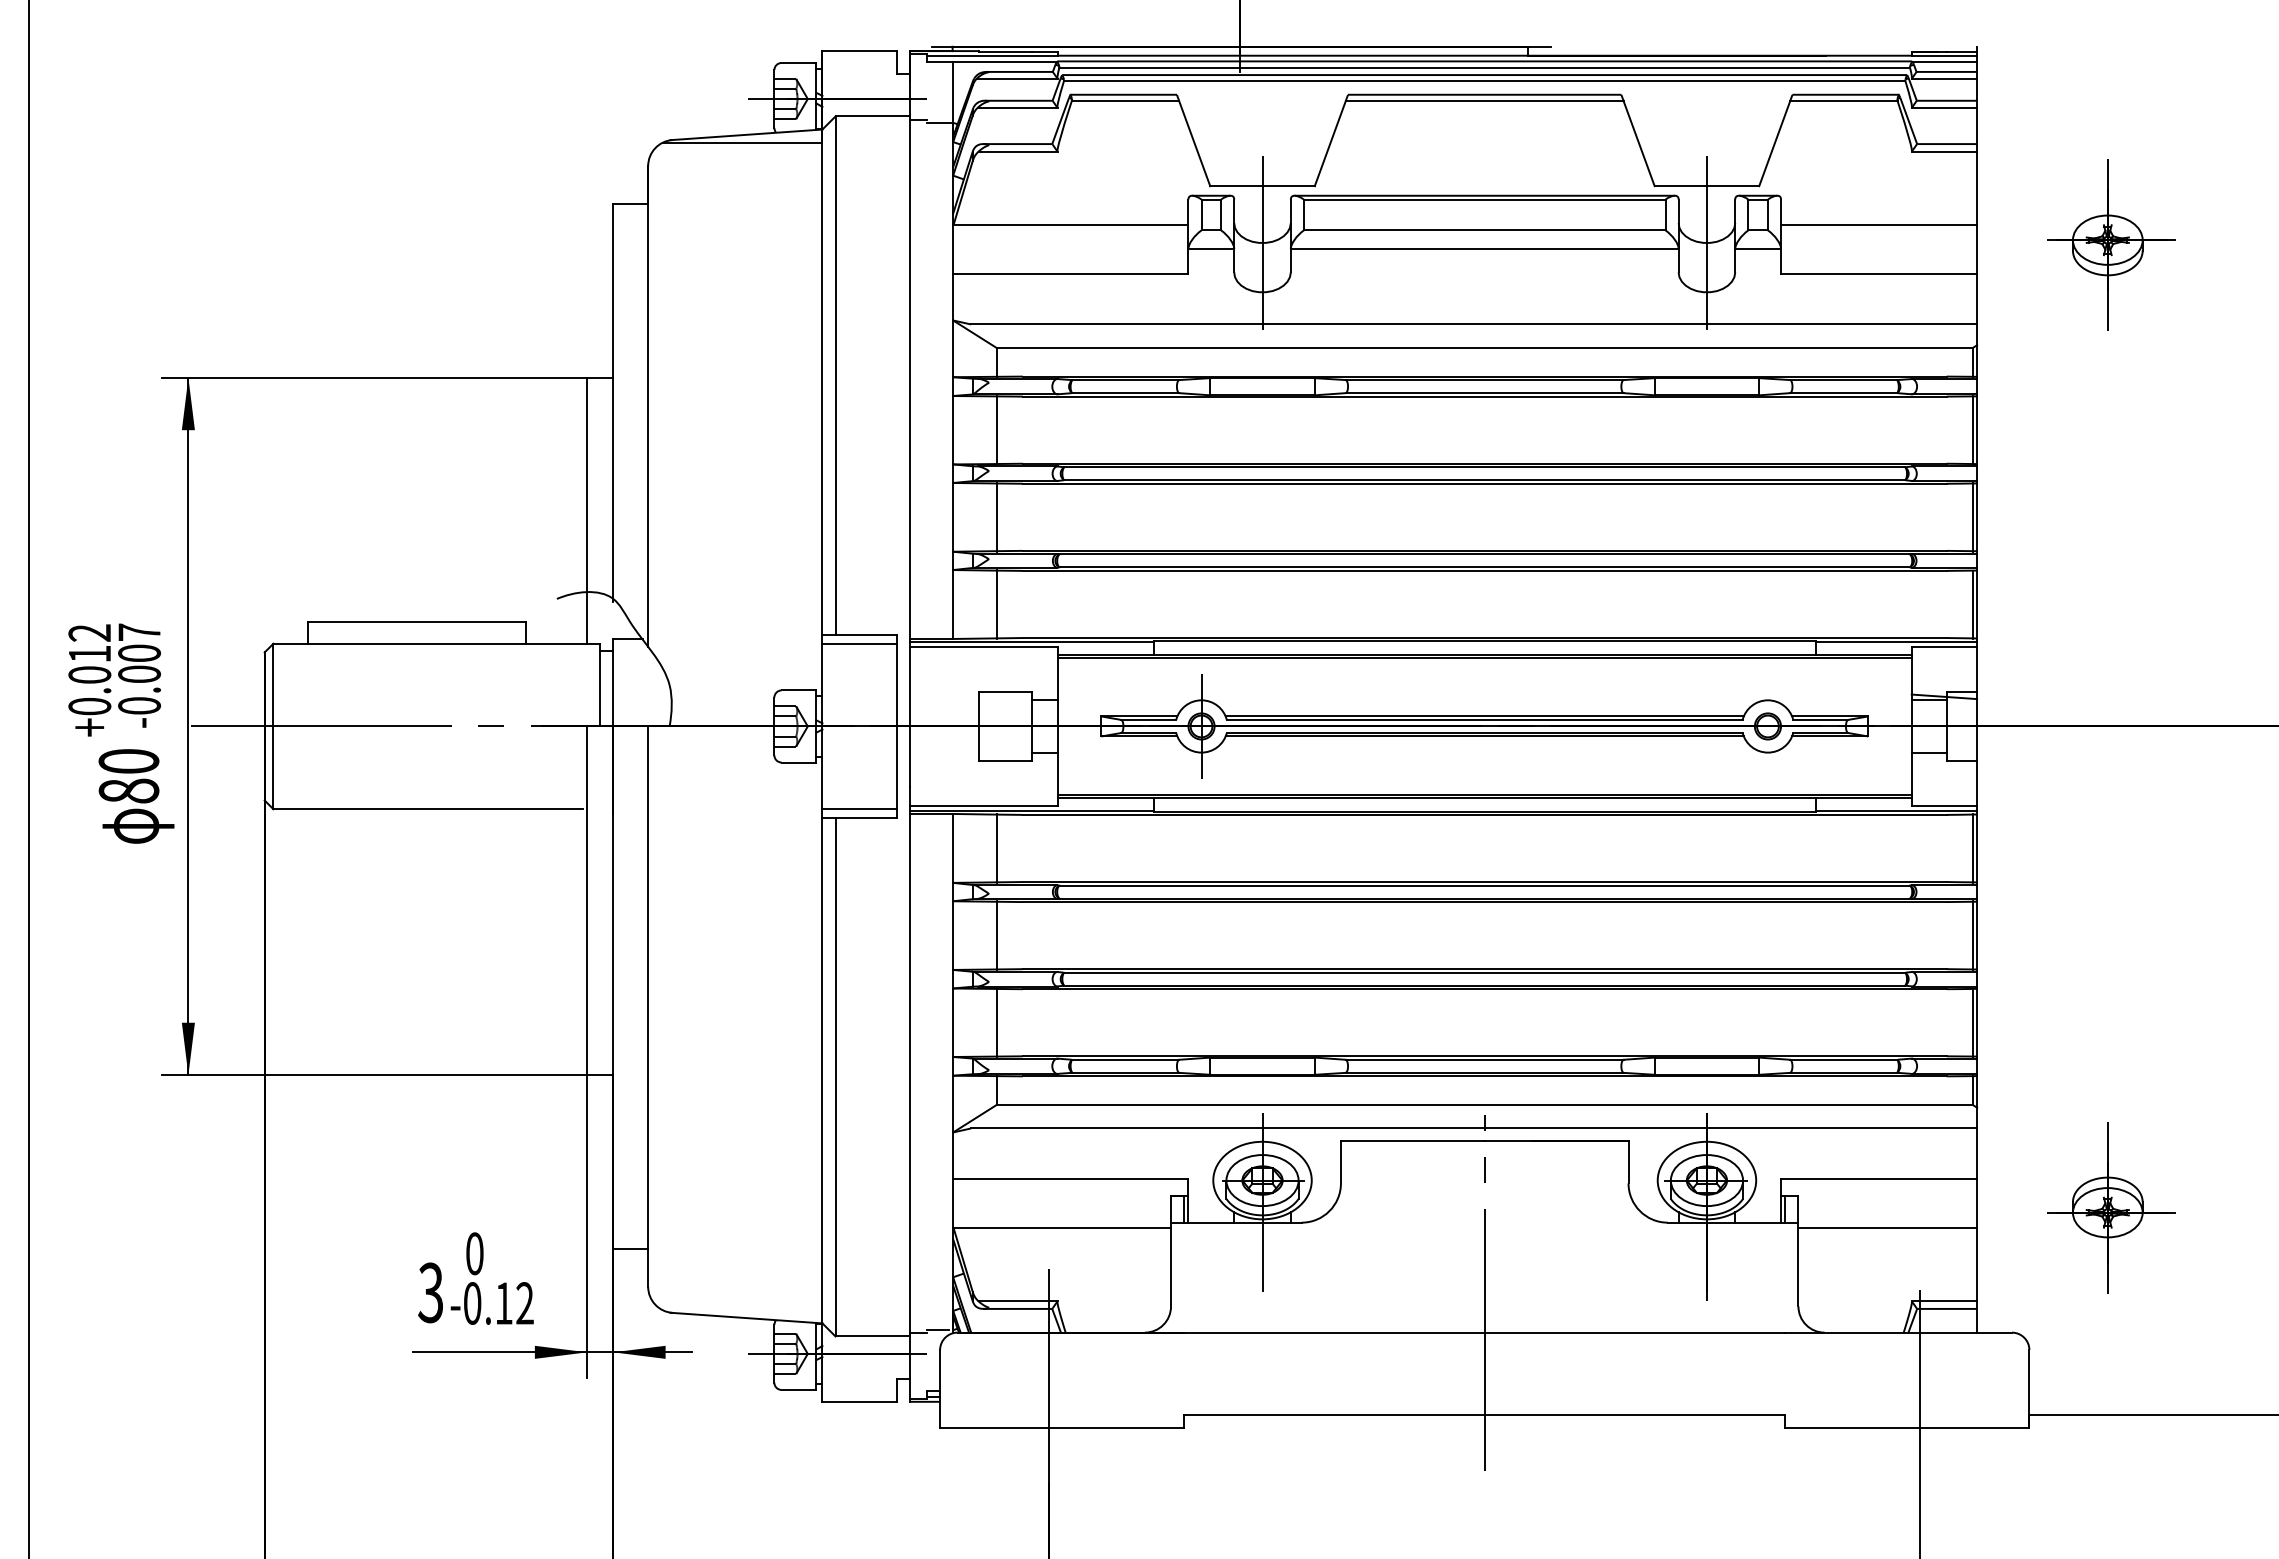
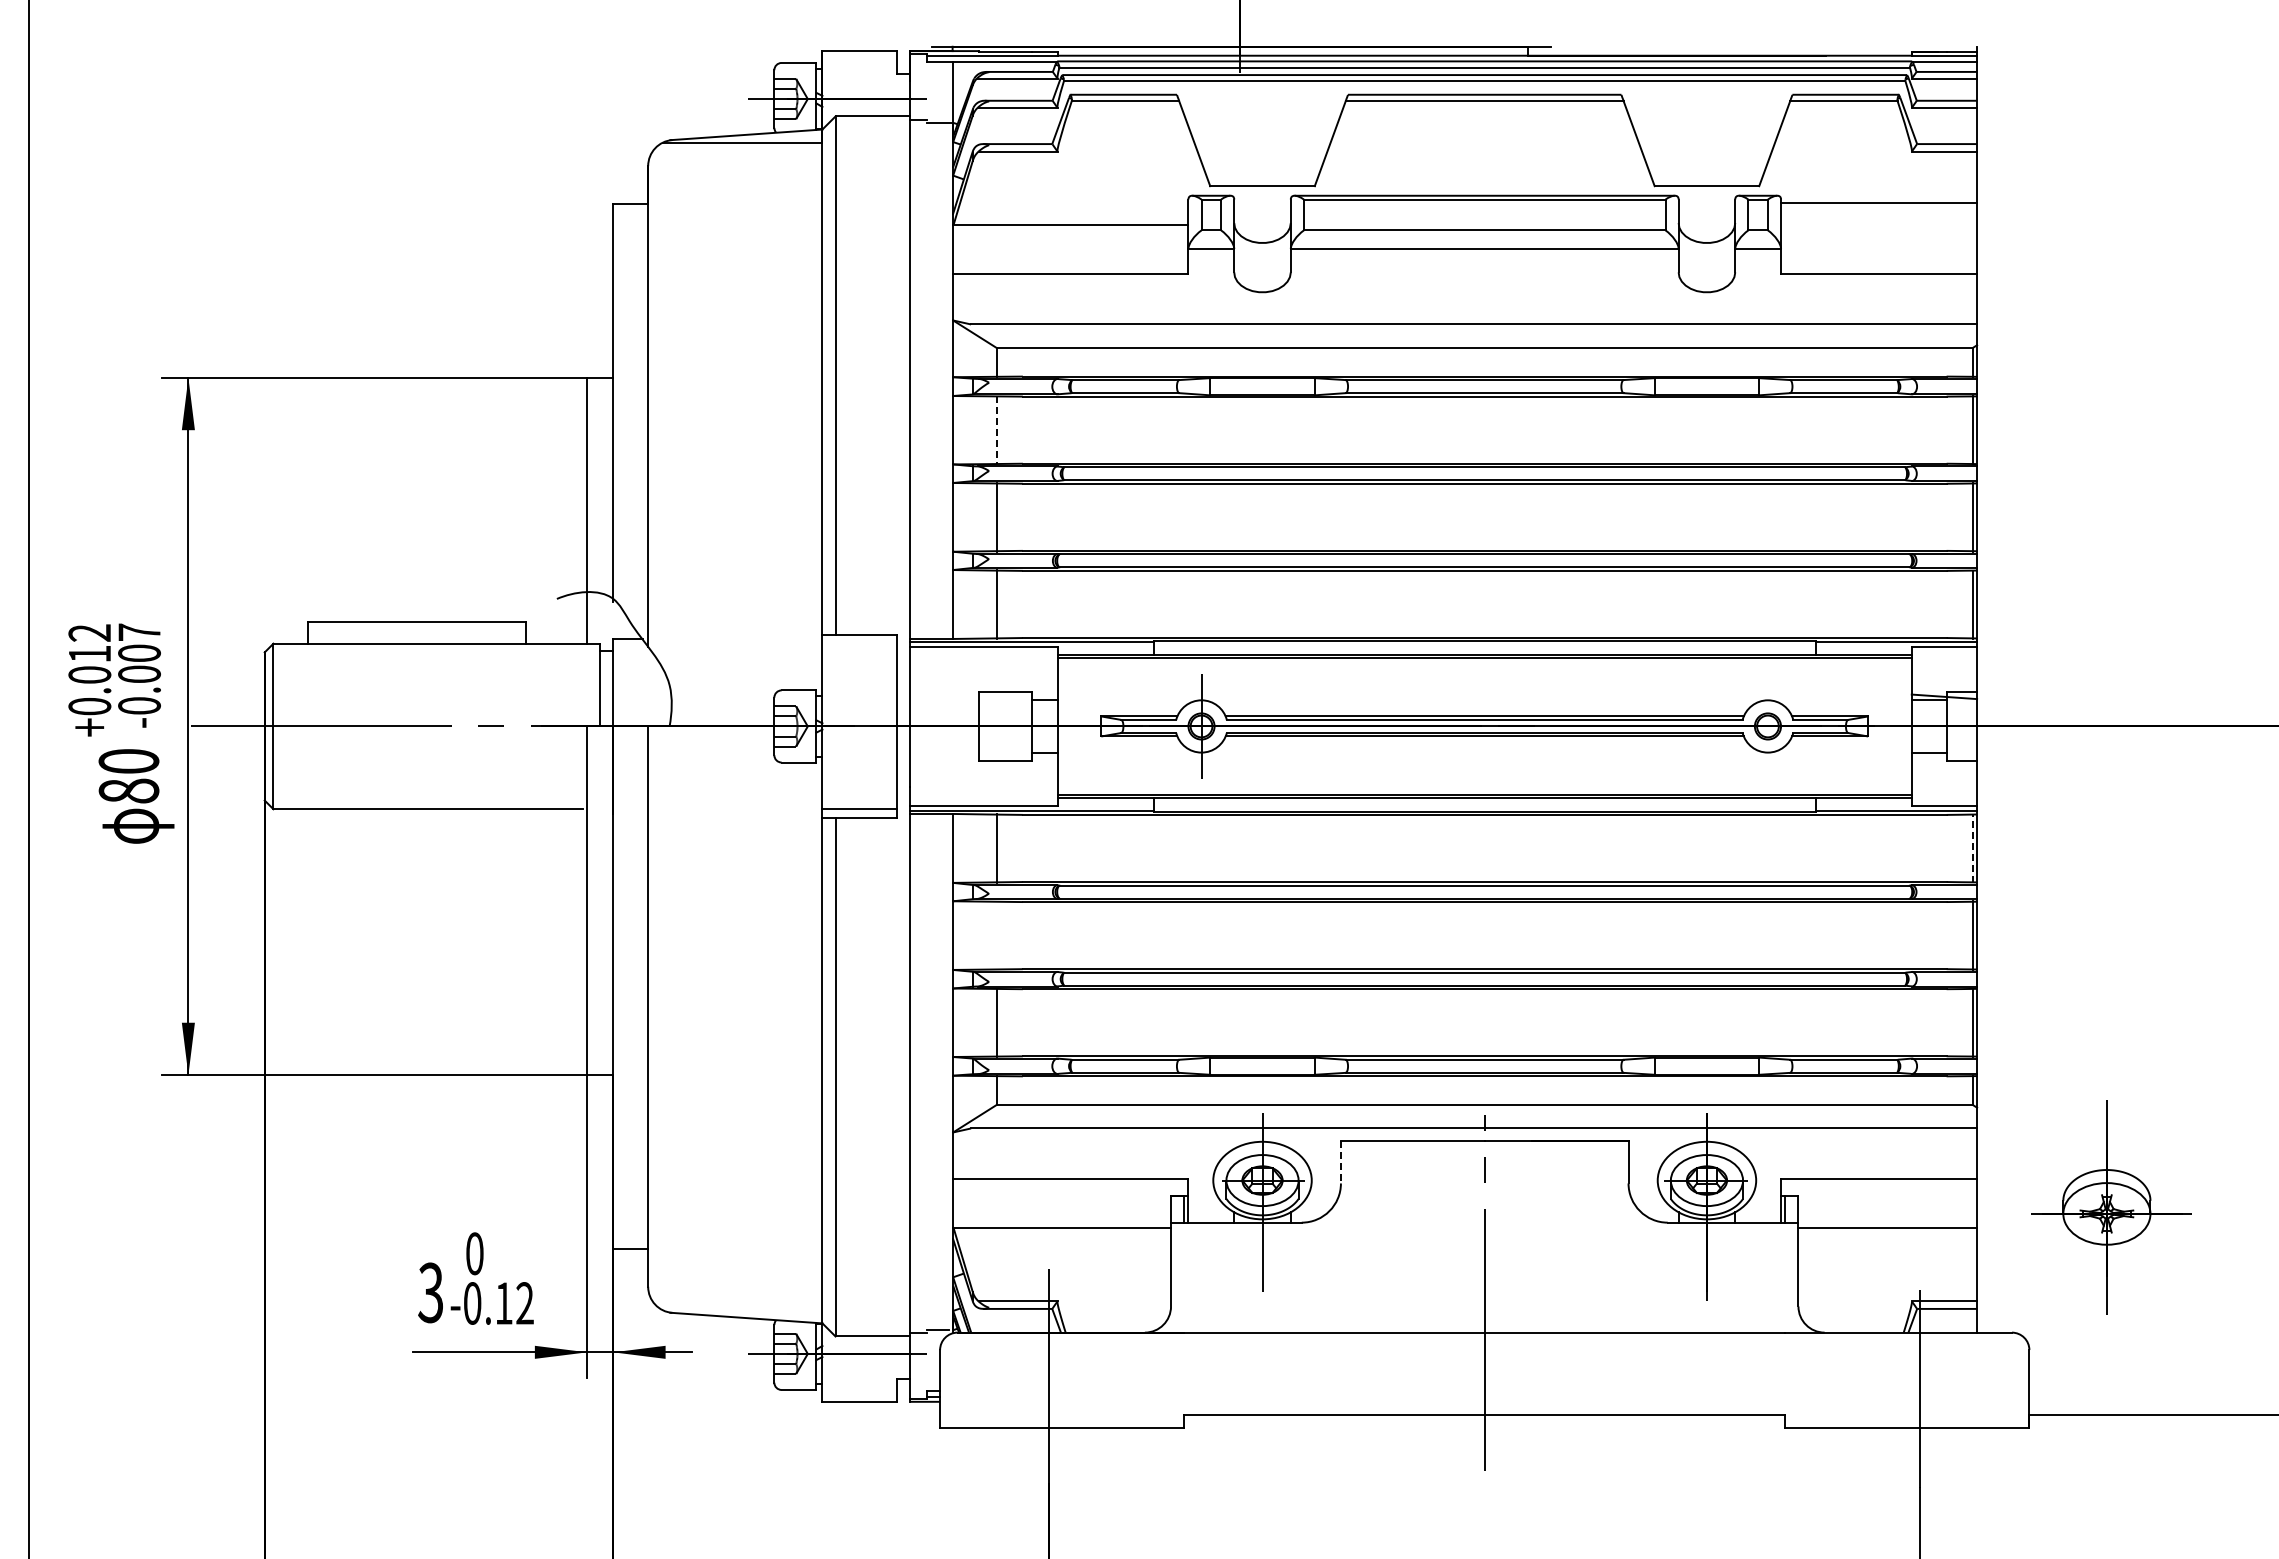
line at (1879, 224) position: (1879, 224) -> (1879, 202)
line at (1262, 243): present -> none
line at (1706, 243): present -> none
part at (2111, 244): present -> none
line at (996, 430): solid -> dashed
line at (859, 643): present -> none
line at (1972, 847): solid -> dashed
line at (996, 935): present -> none
line at (1340, 1162): solid -> dashed
part at (2111, 1207) size: 129x172 px -> 161x215 px
